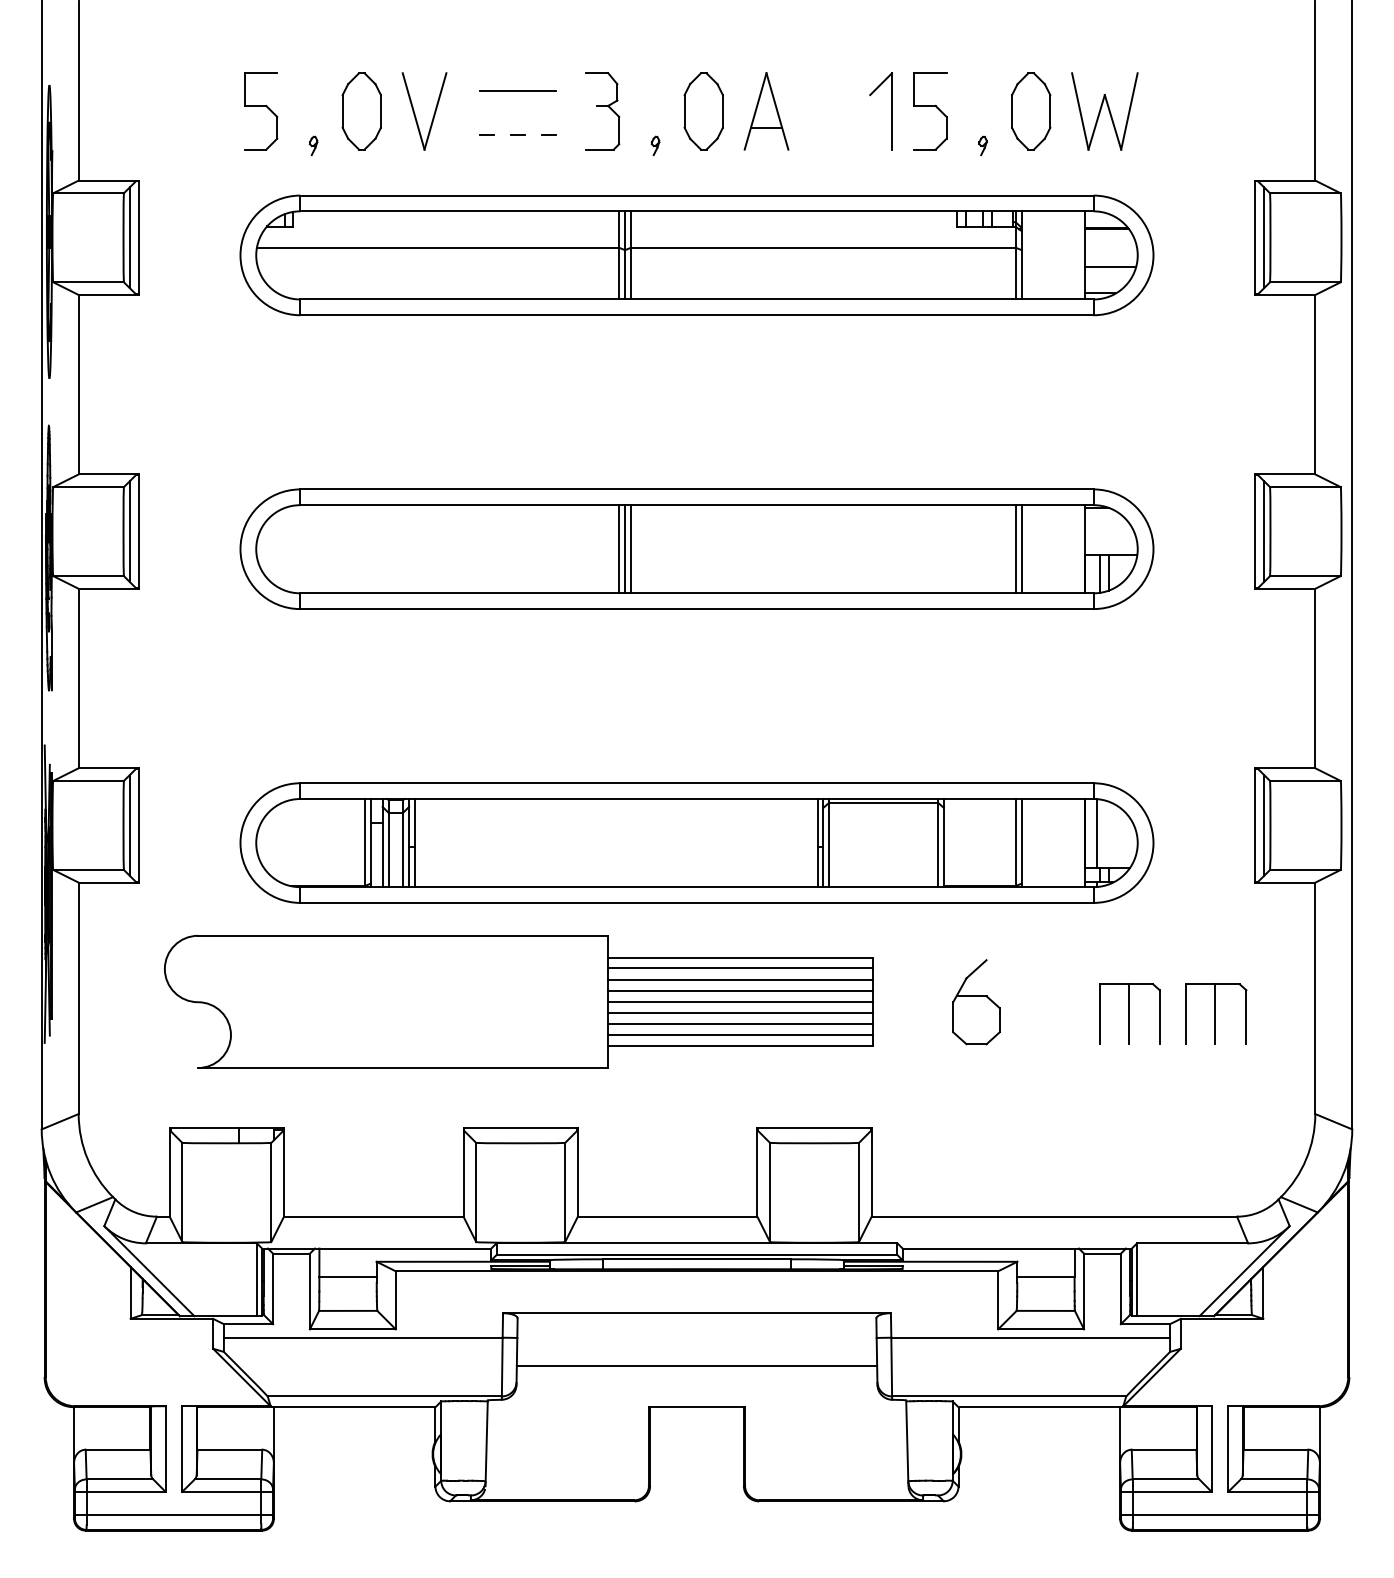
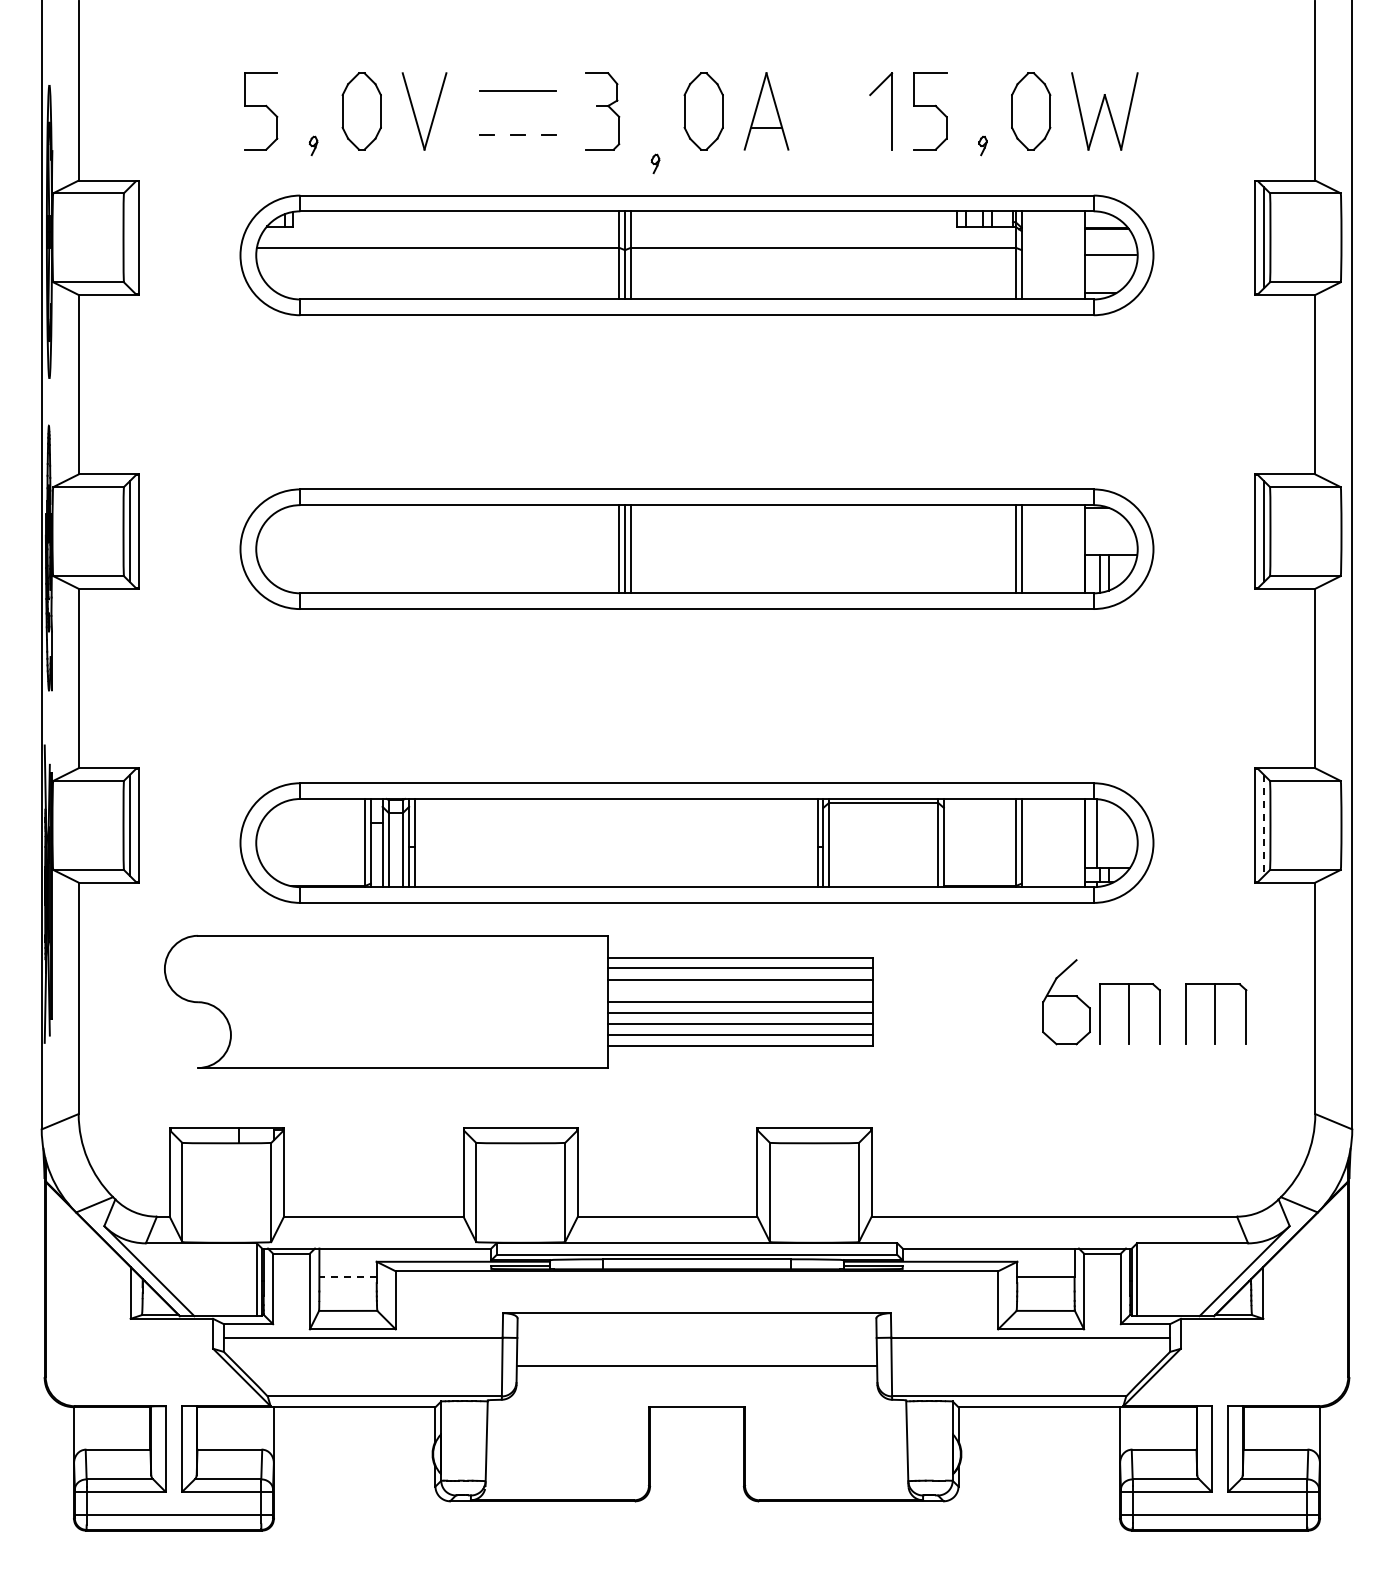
part at (655, 145) position: (655, 145) -> (655, 163)
line at (129, 237): present -> none
line at (1110, 266) position: (1110, 266) -> (1110, 254)
line at (1264, 825): solid -> dashed
line at (740, 990): present -> none
part at (976, 1002) position: (976, 1002) -> (1066, 1002)
line at (348, 1277): solid -> dashed
